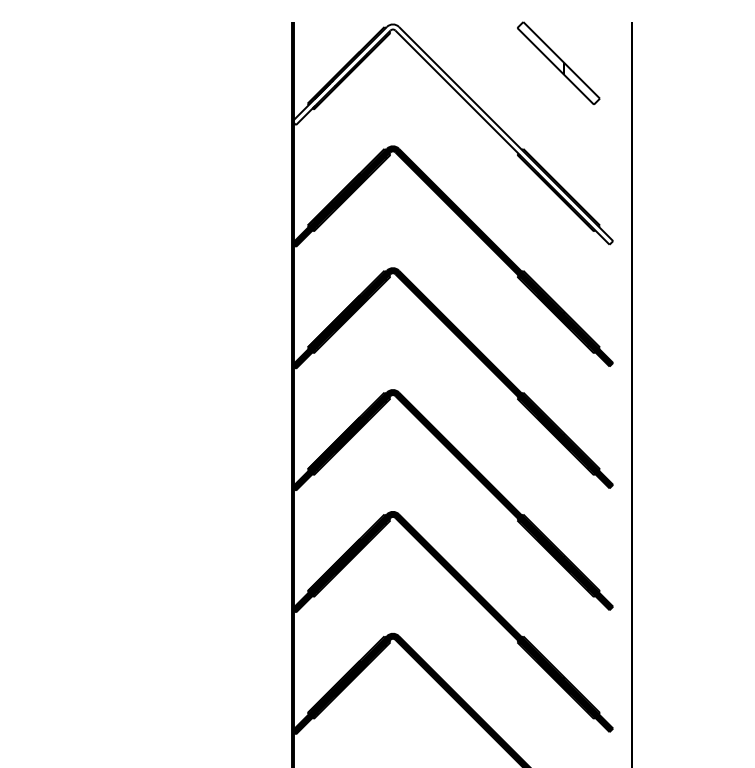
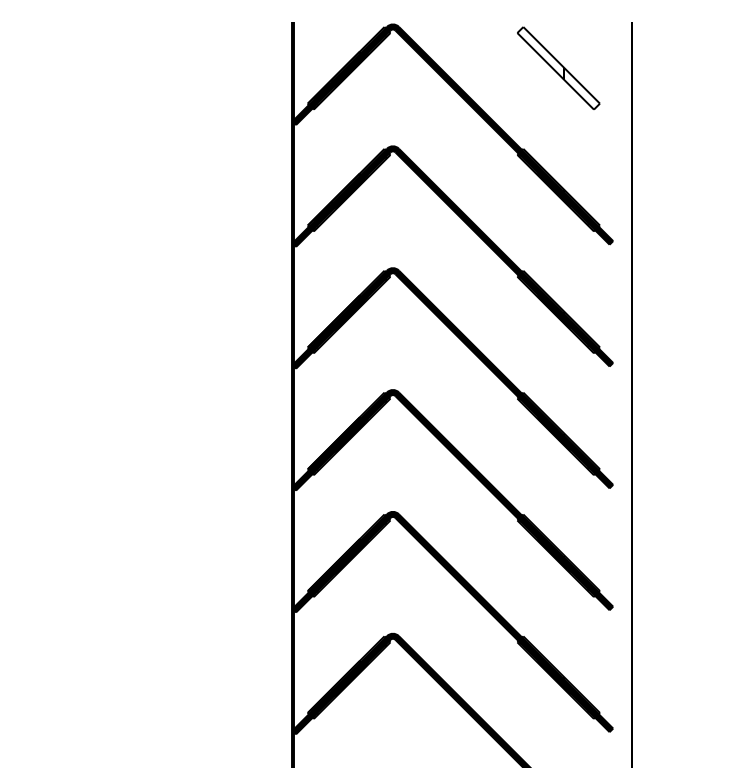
part at (558, 62) position: (558, 62) -> (558, 67)
fill at (452, 134): none -> present
